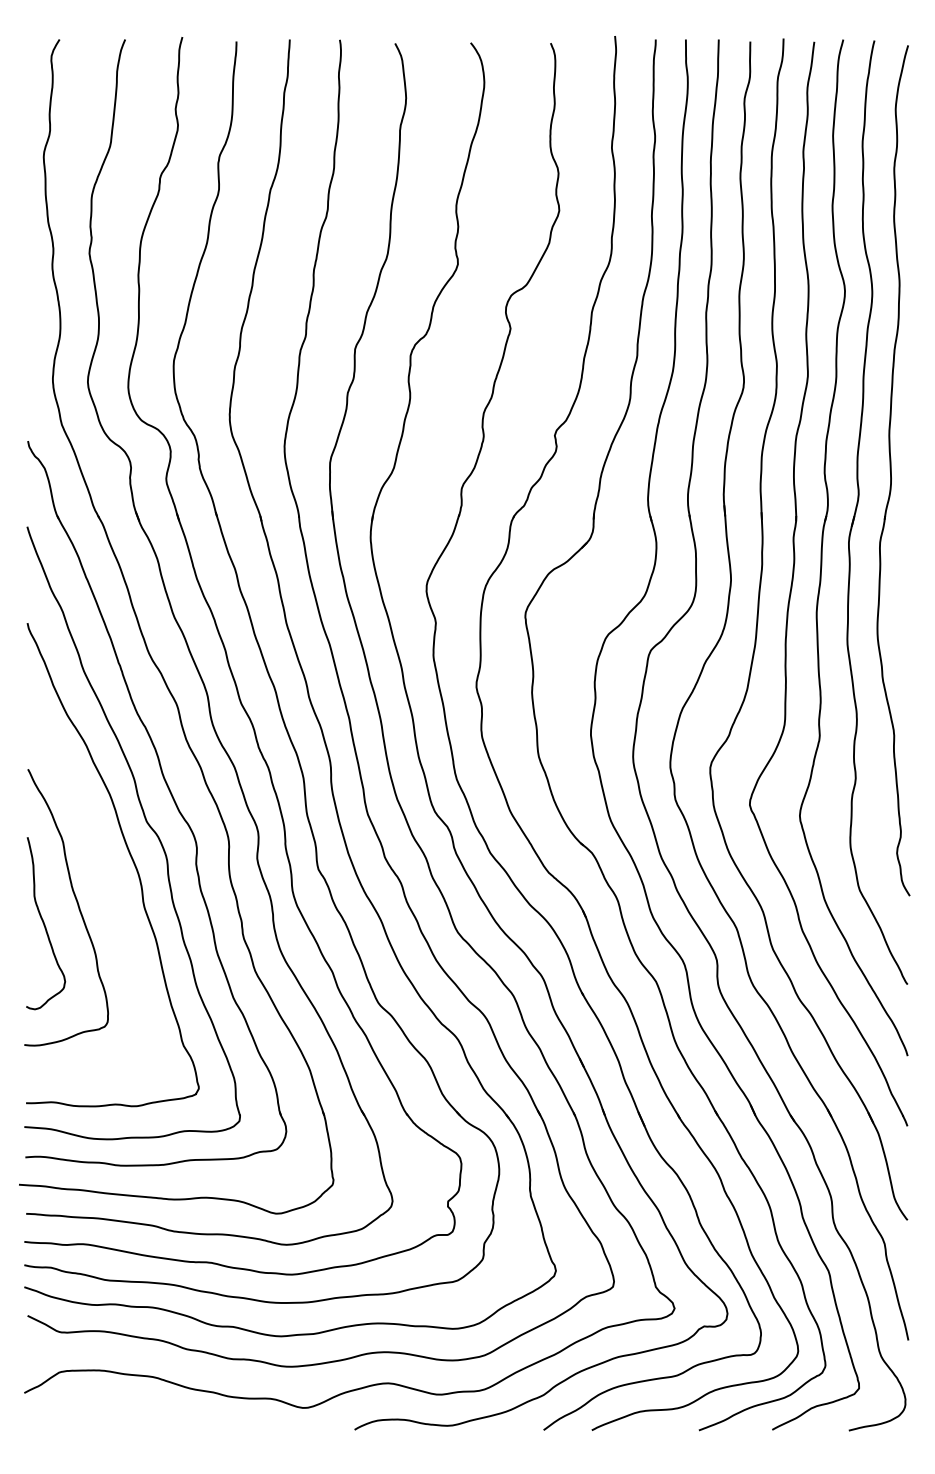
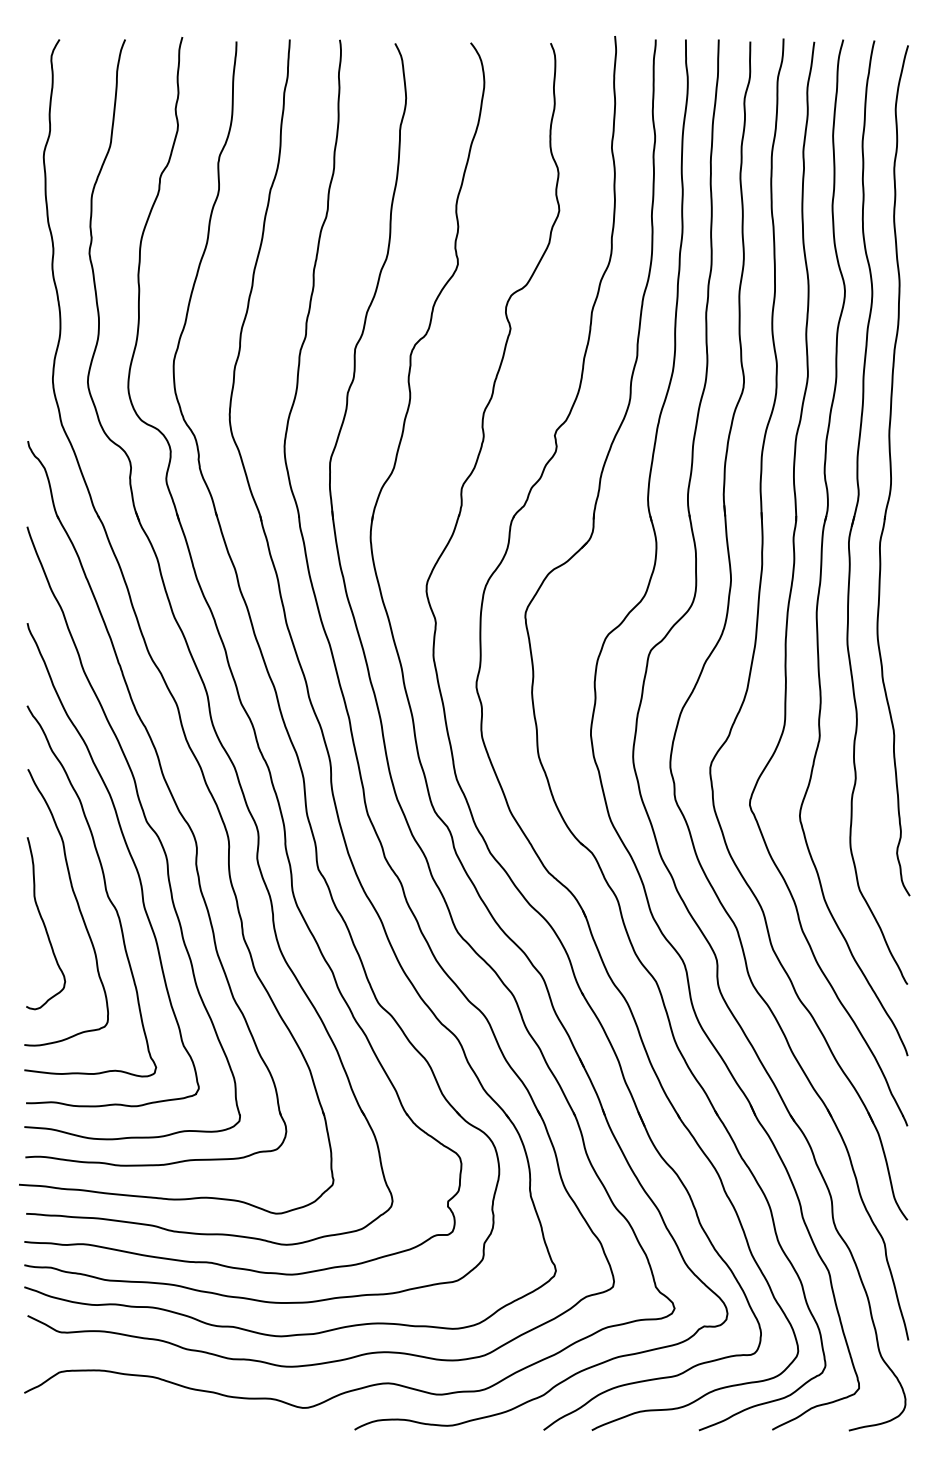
curve at (104, 887): none -> present
